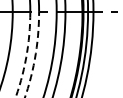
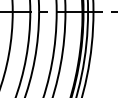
arc at (35, 55): dashed -> solid
arc at (26, 56): dashed -> solid
